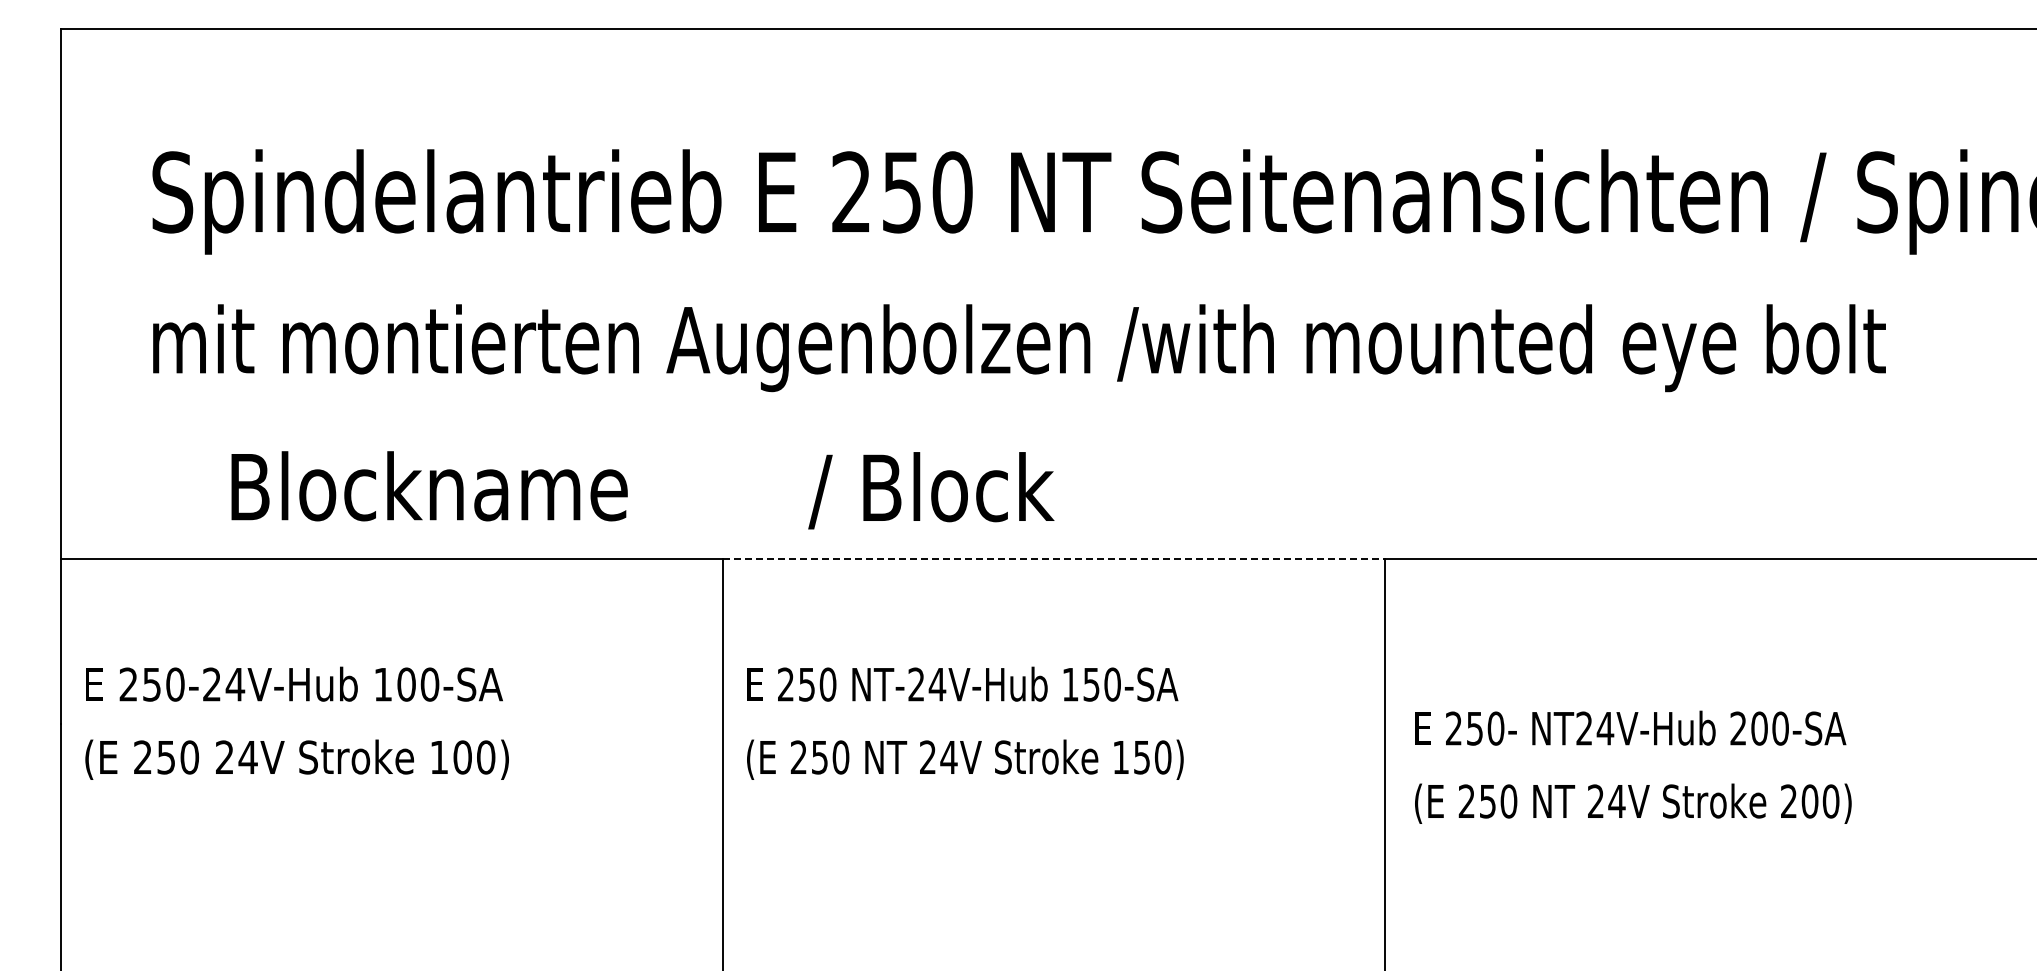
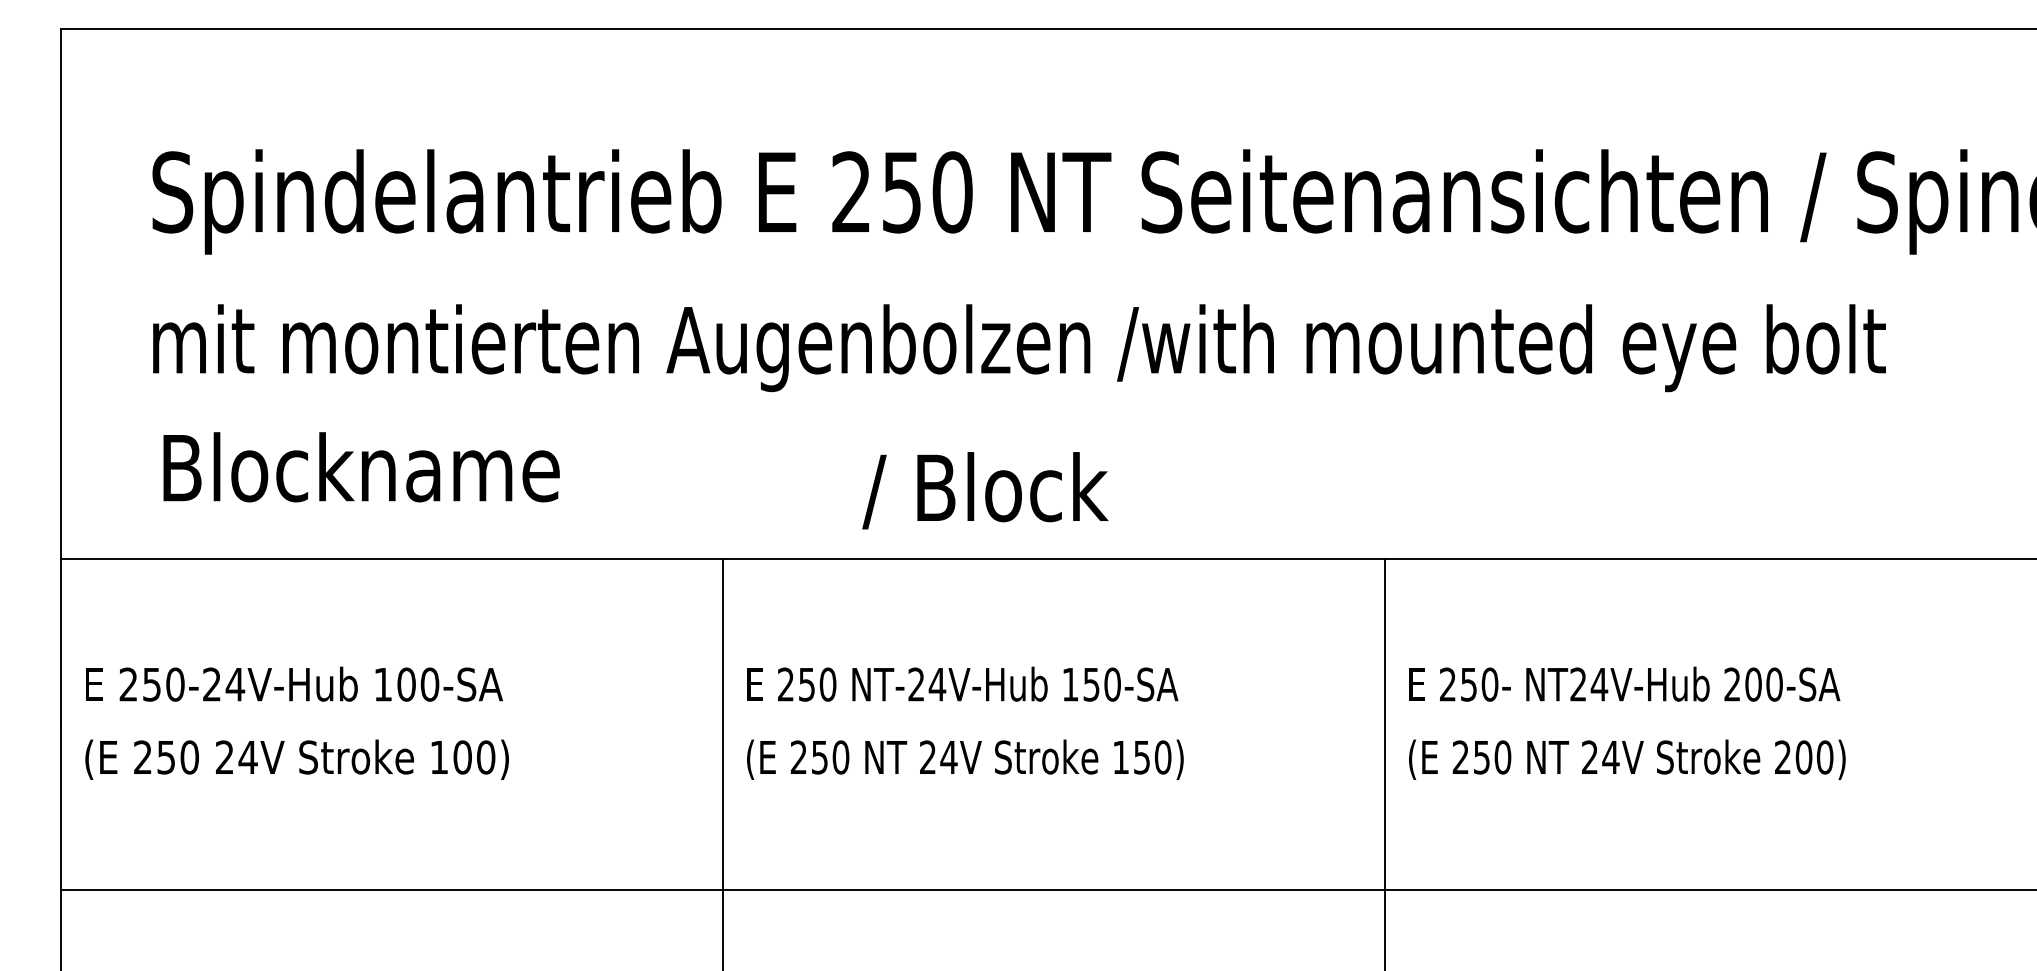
text at (429, 486) position: (429, 486) -> (361, 467)
text at (931, 490) position: (931, 490) -> (985, 490)
line at (1054, 558): dashed -> solid
text at (1633, 766) position: (1633, 766) -> (1627, 722)
line at (1047, 889): none -> present
